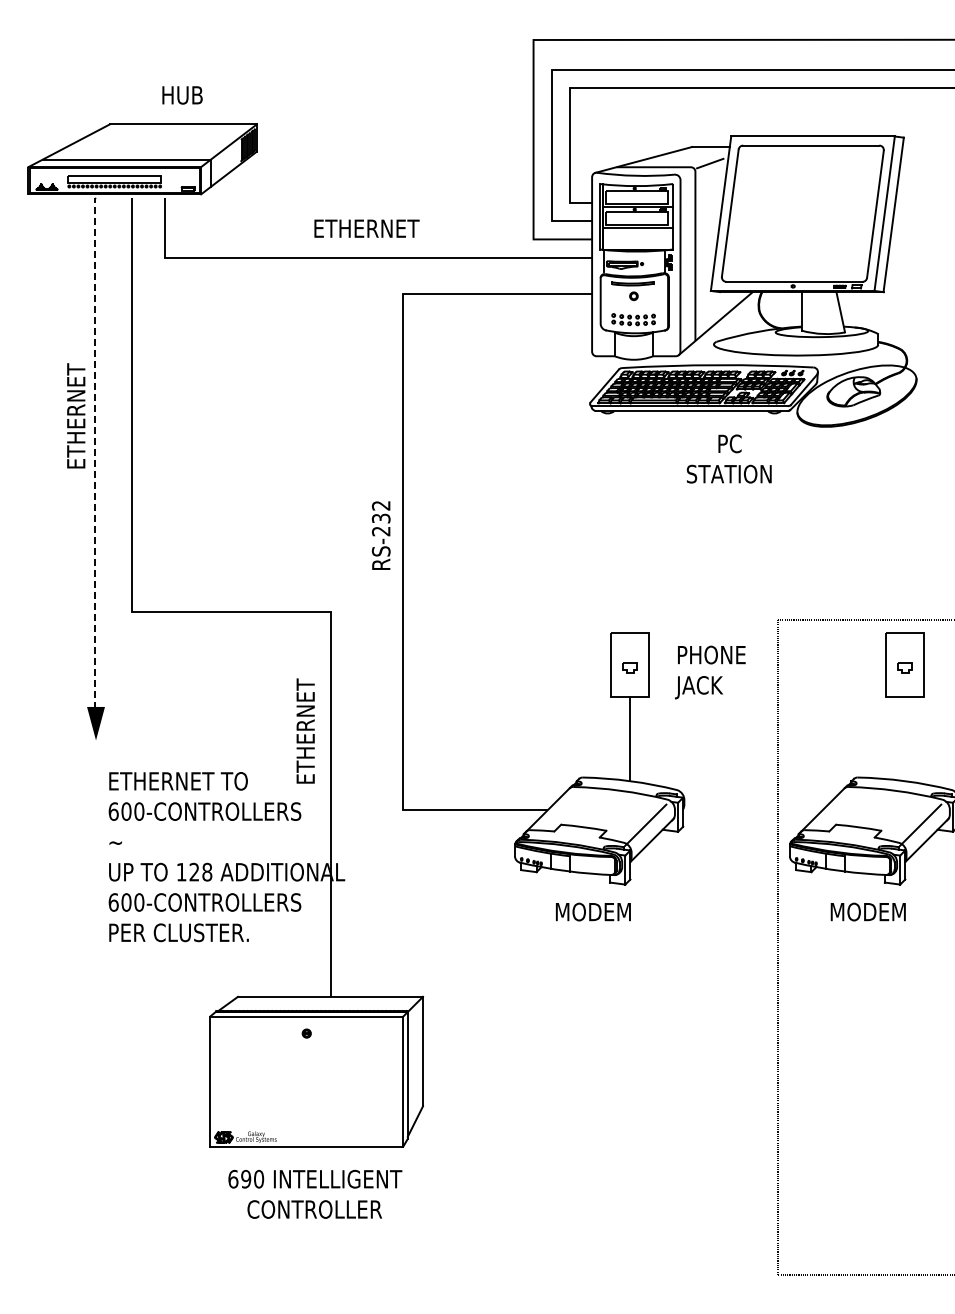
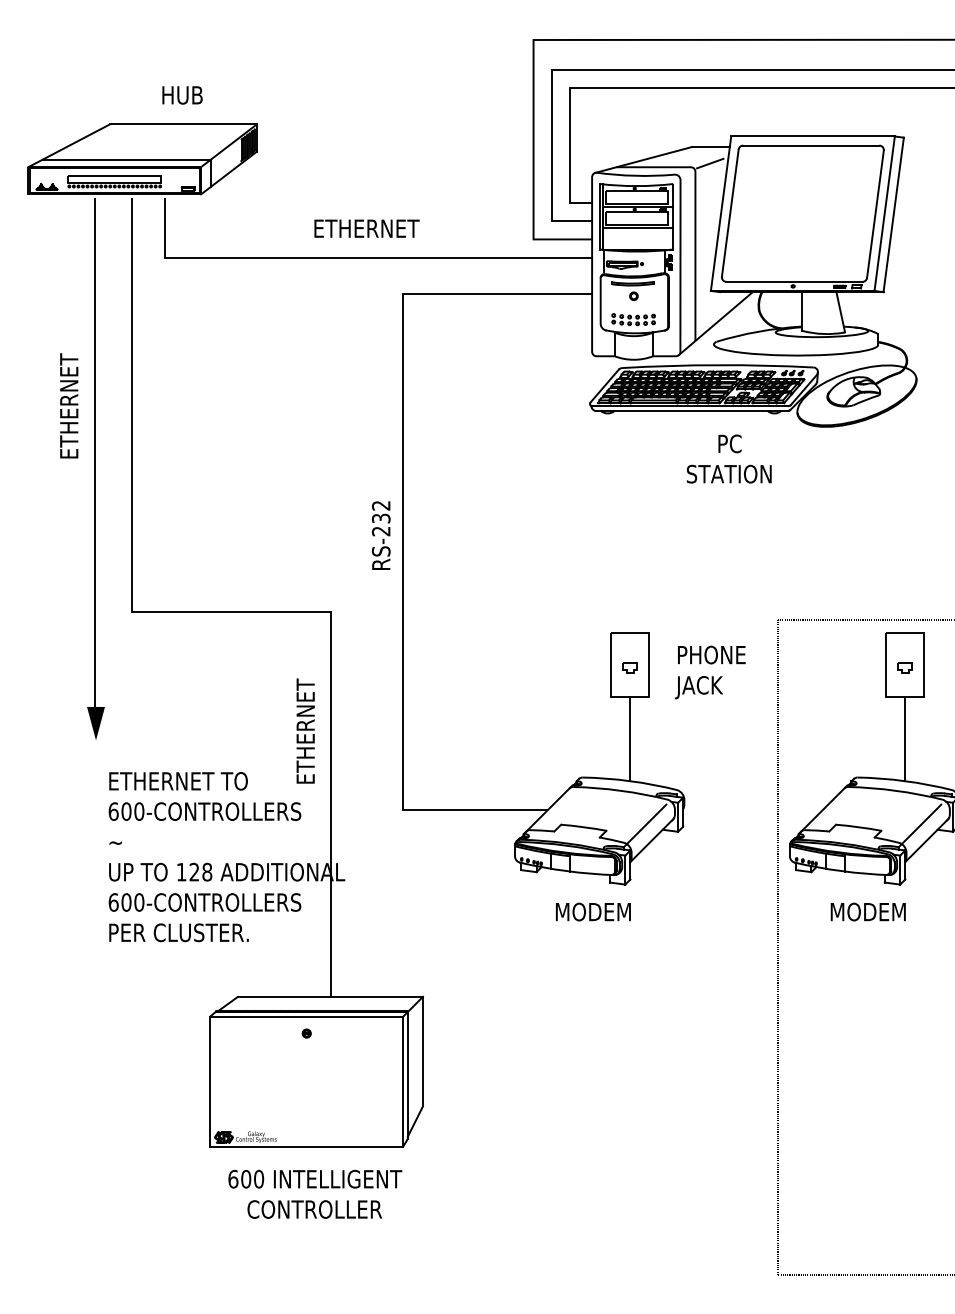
text at (76, 415) position: (76, 415) -> (69, 405)
line at (95, 452): dashed -> solid
line at (905, 739): none -> present
text at (246, 1179): 690 -> 600
